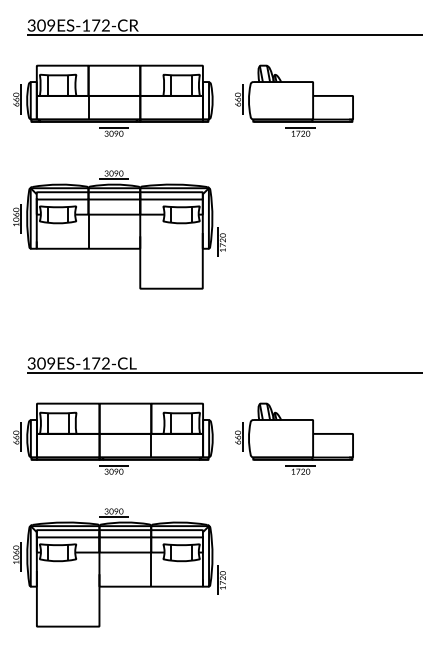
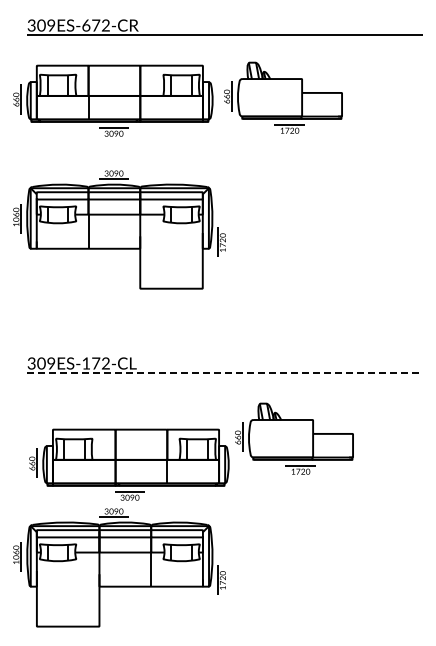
text at (86, 25): 309ES-172-CR -> 309ES-672-CR
part at (294, 100) position: (294, 100) -> (283, 97)
line at (225, 373): solid -> dashed
part at (113, 438) position: (113, 438) -> (129, 464)
